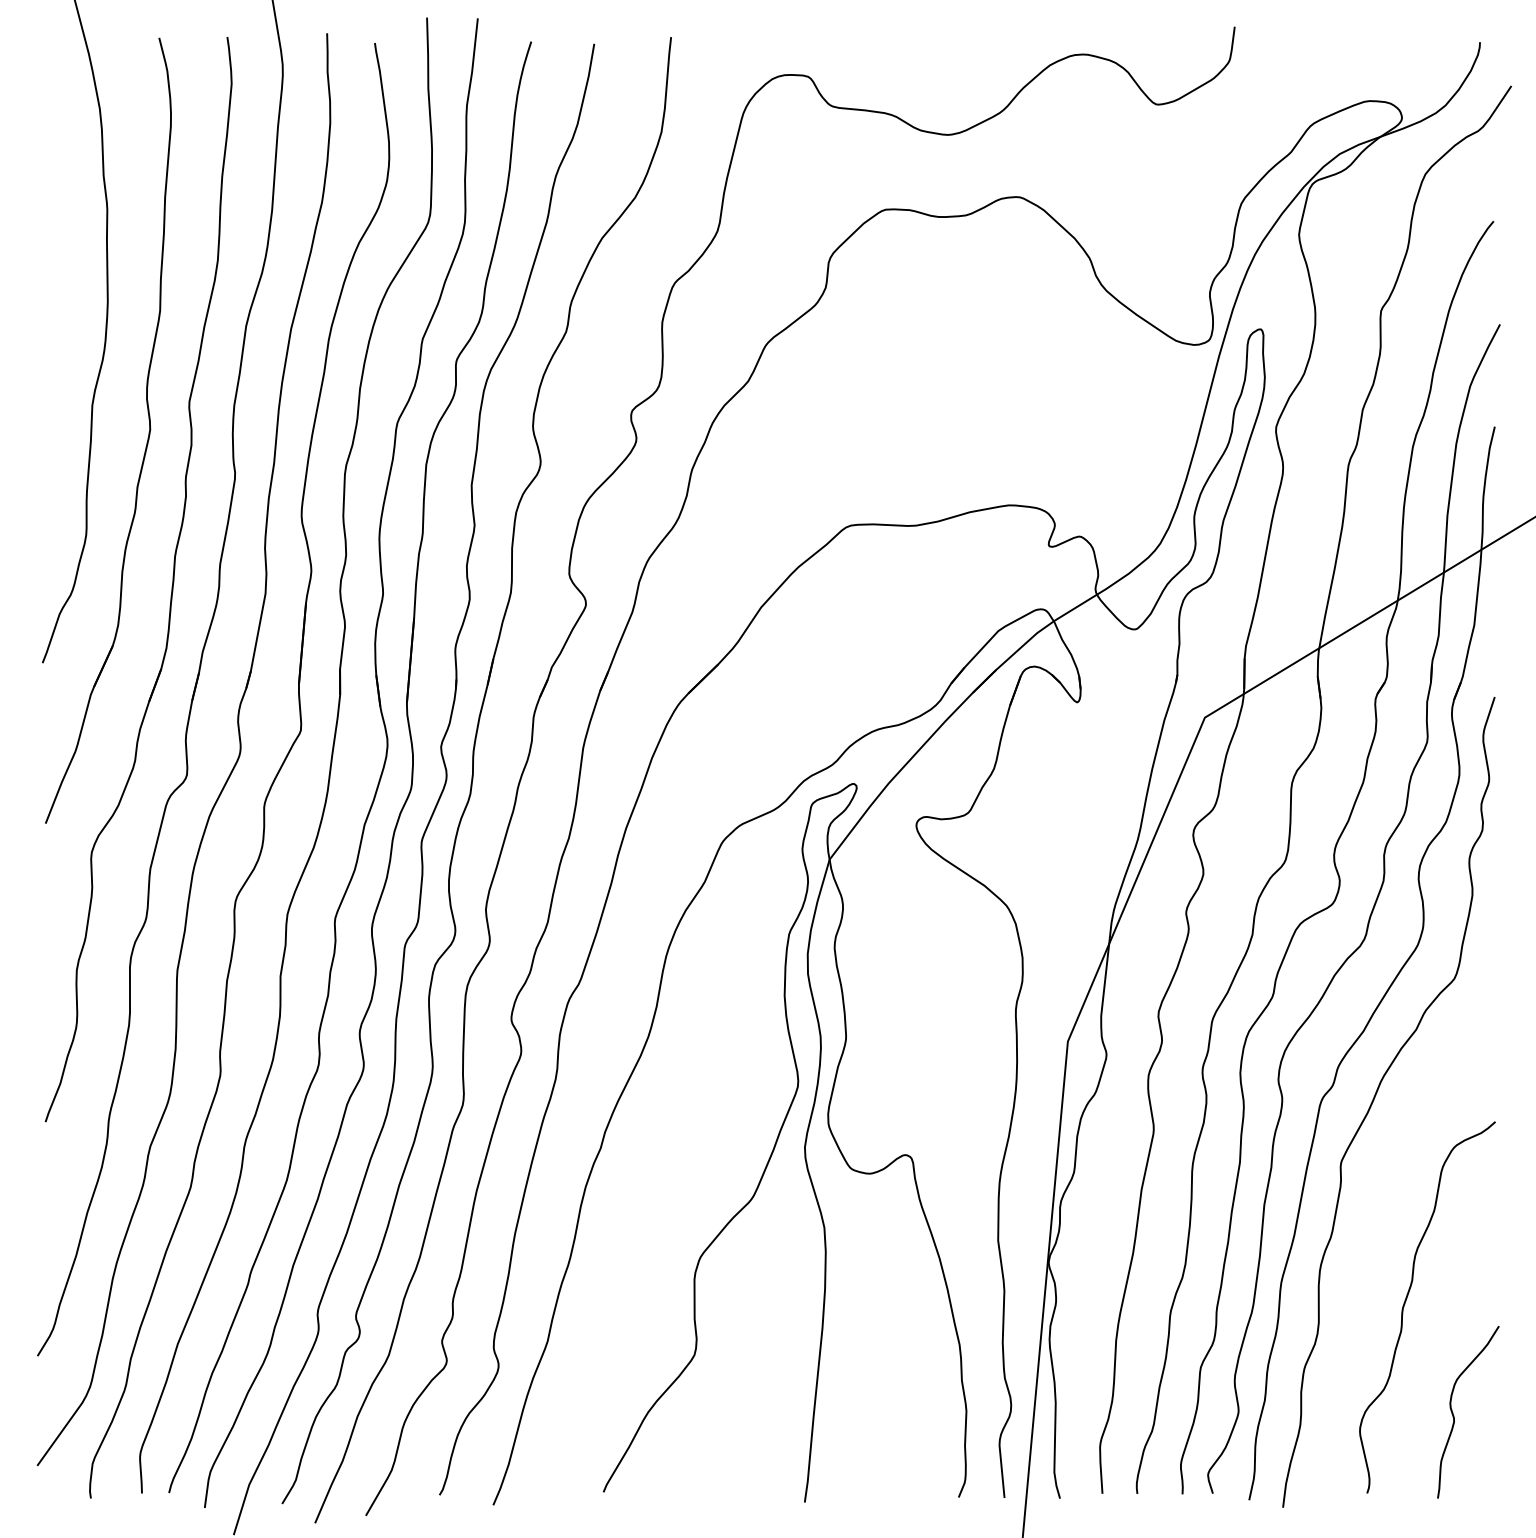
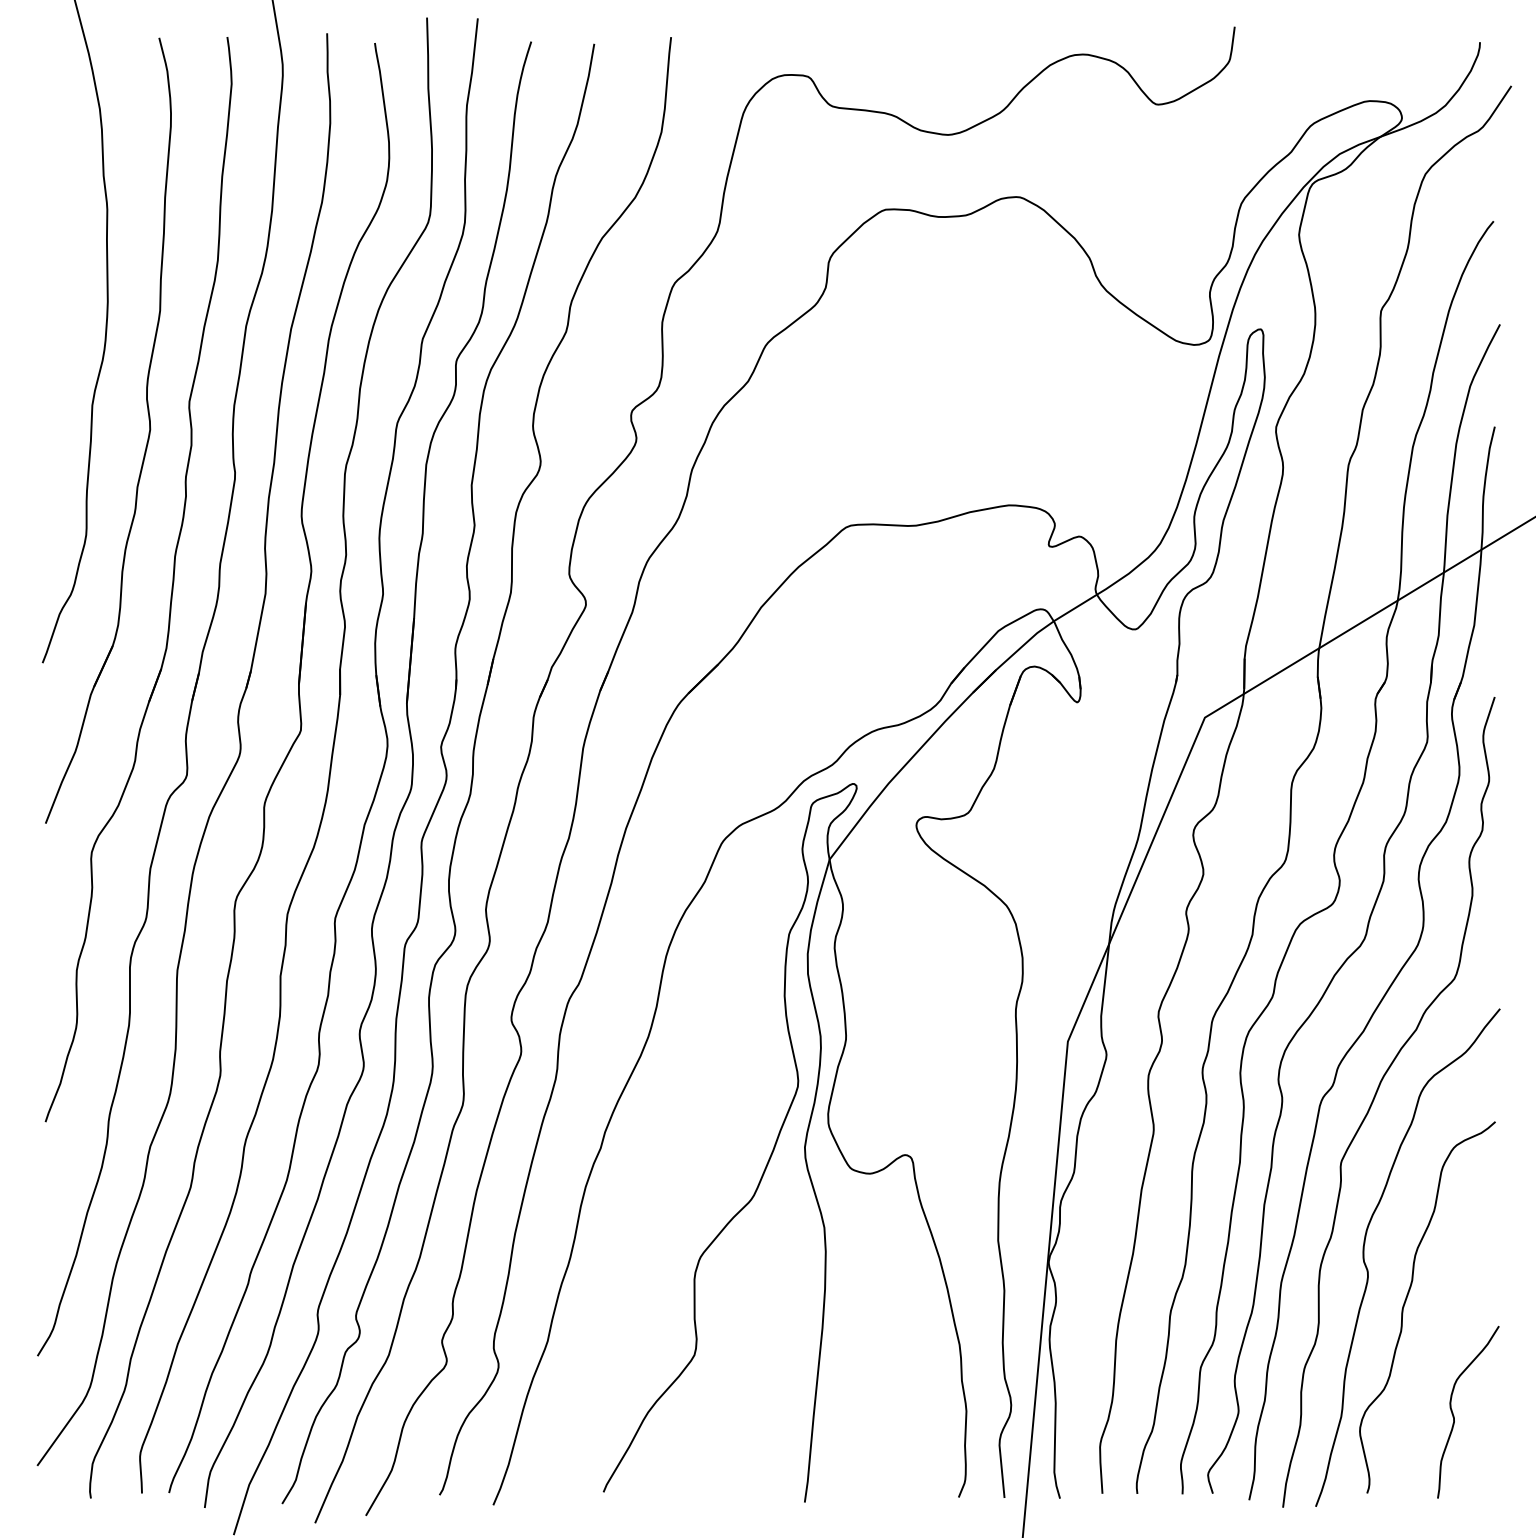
curve at (1368, 1269): none -> present
